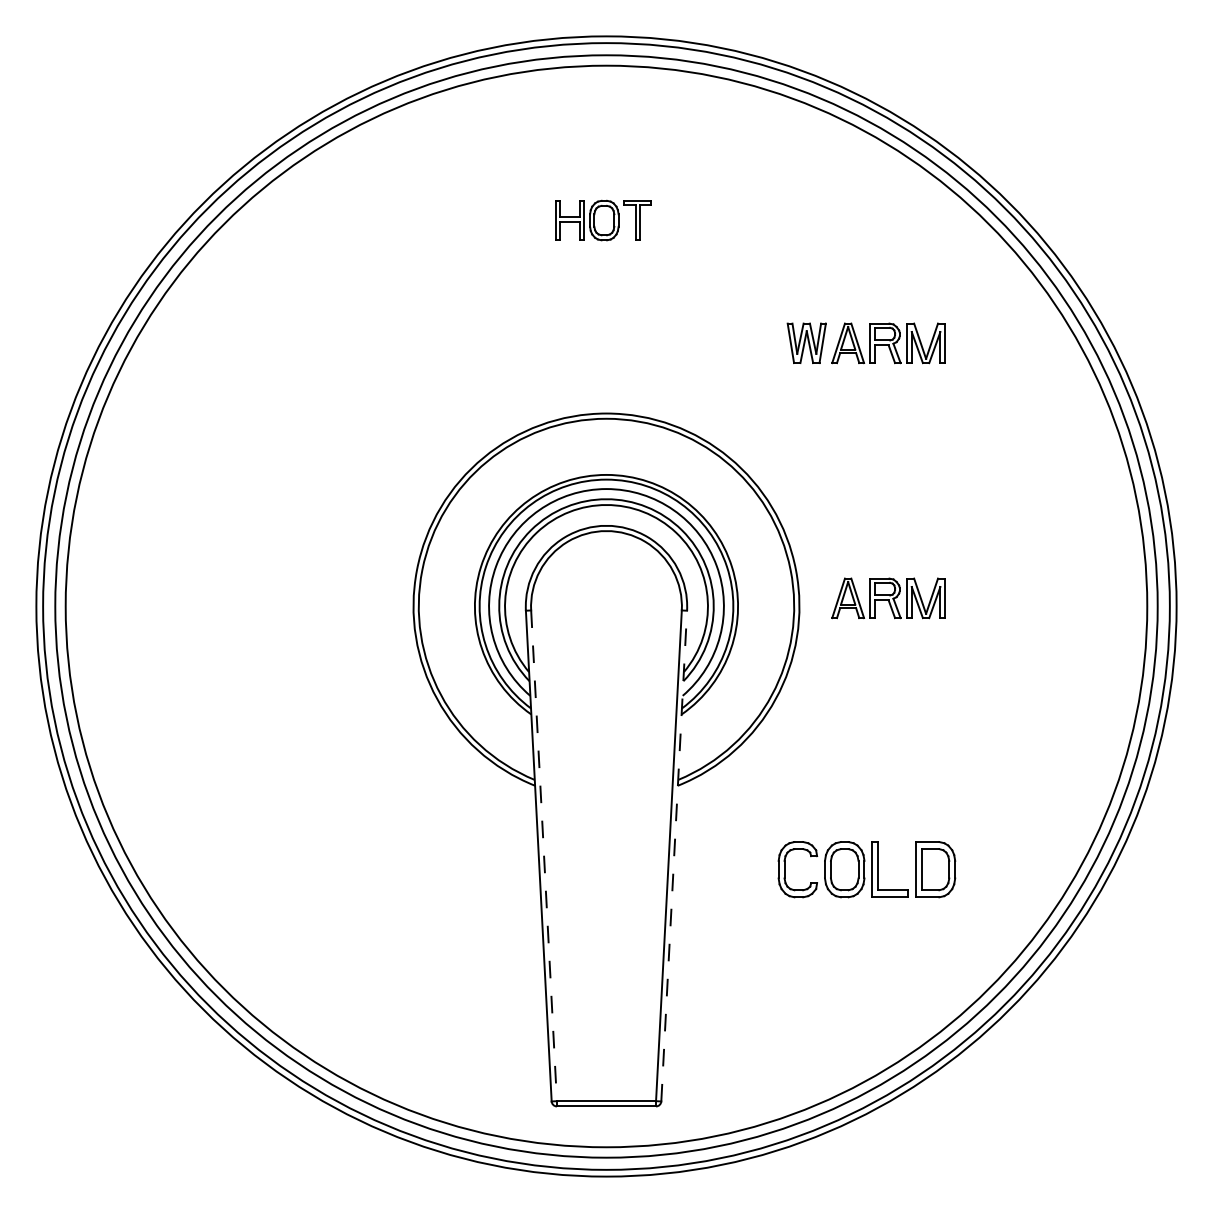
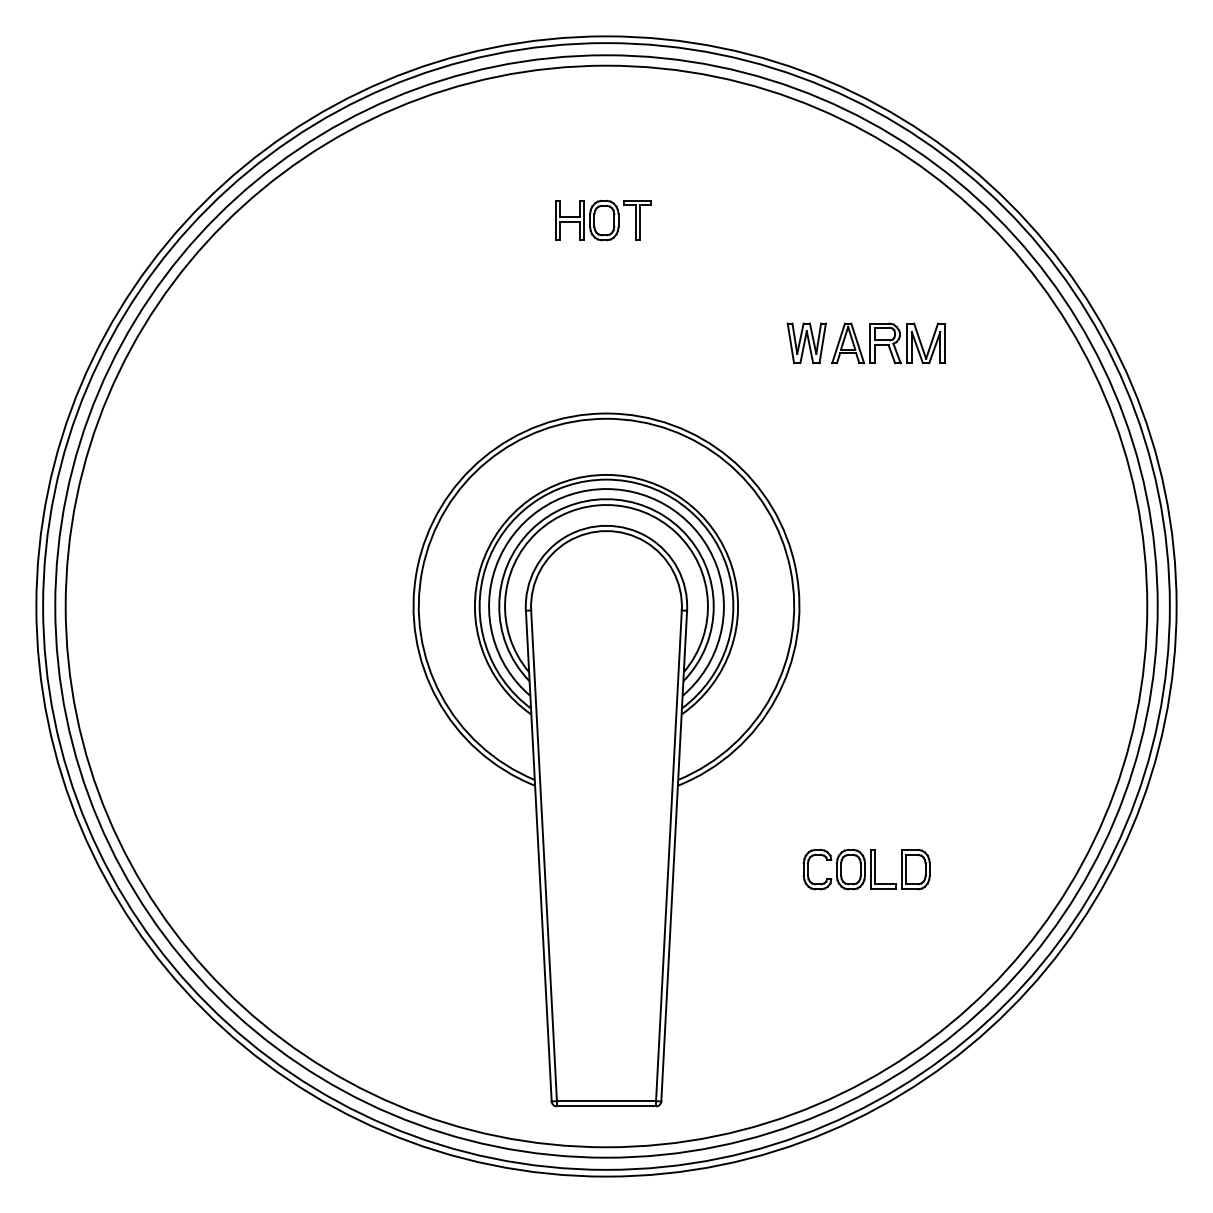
part at (888, 598): present -> none
line at (544, 855): dashed -> solid
line at (674, 856): dashed -> solid
part at (866, 869) size: 180x58 px -> 129x43 px
